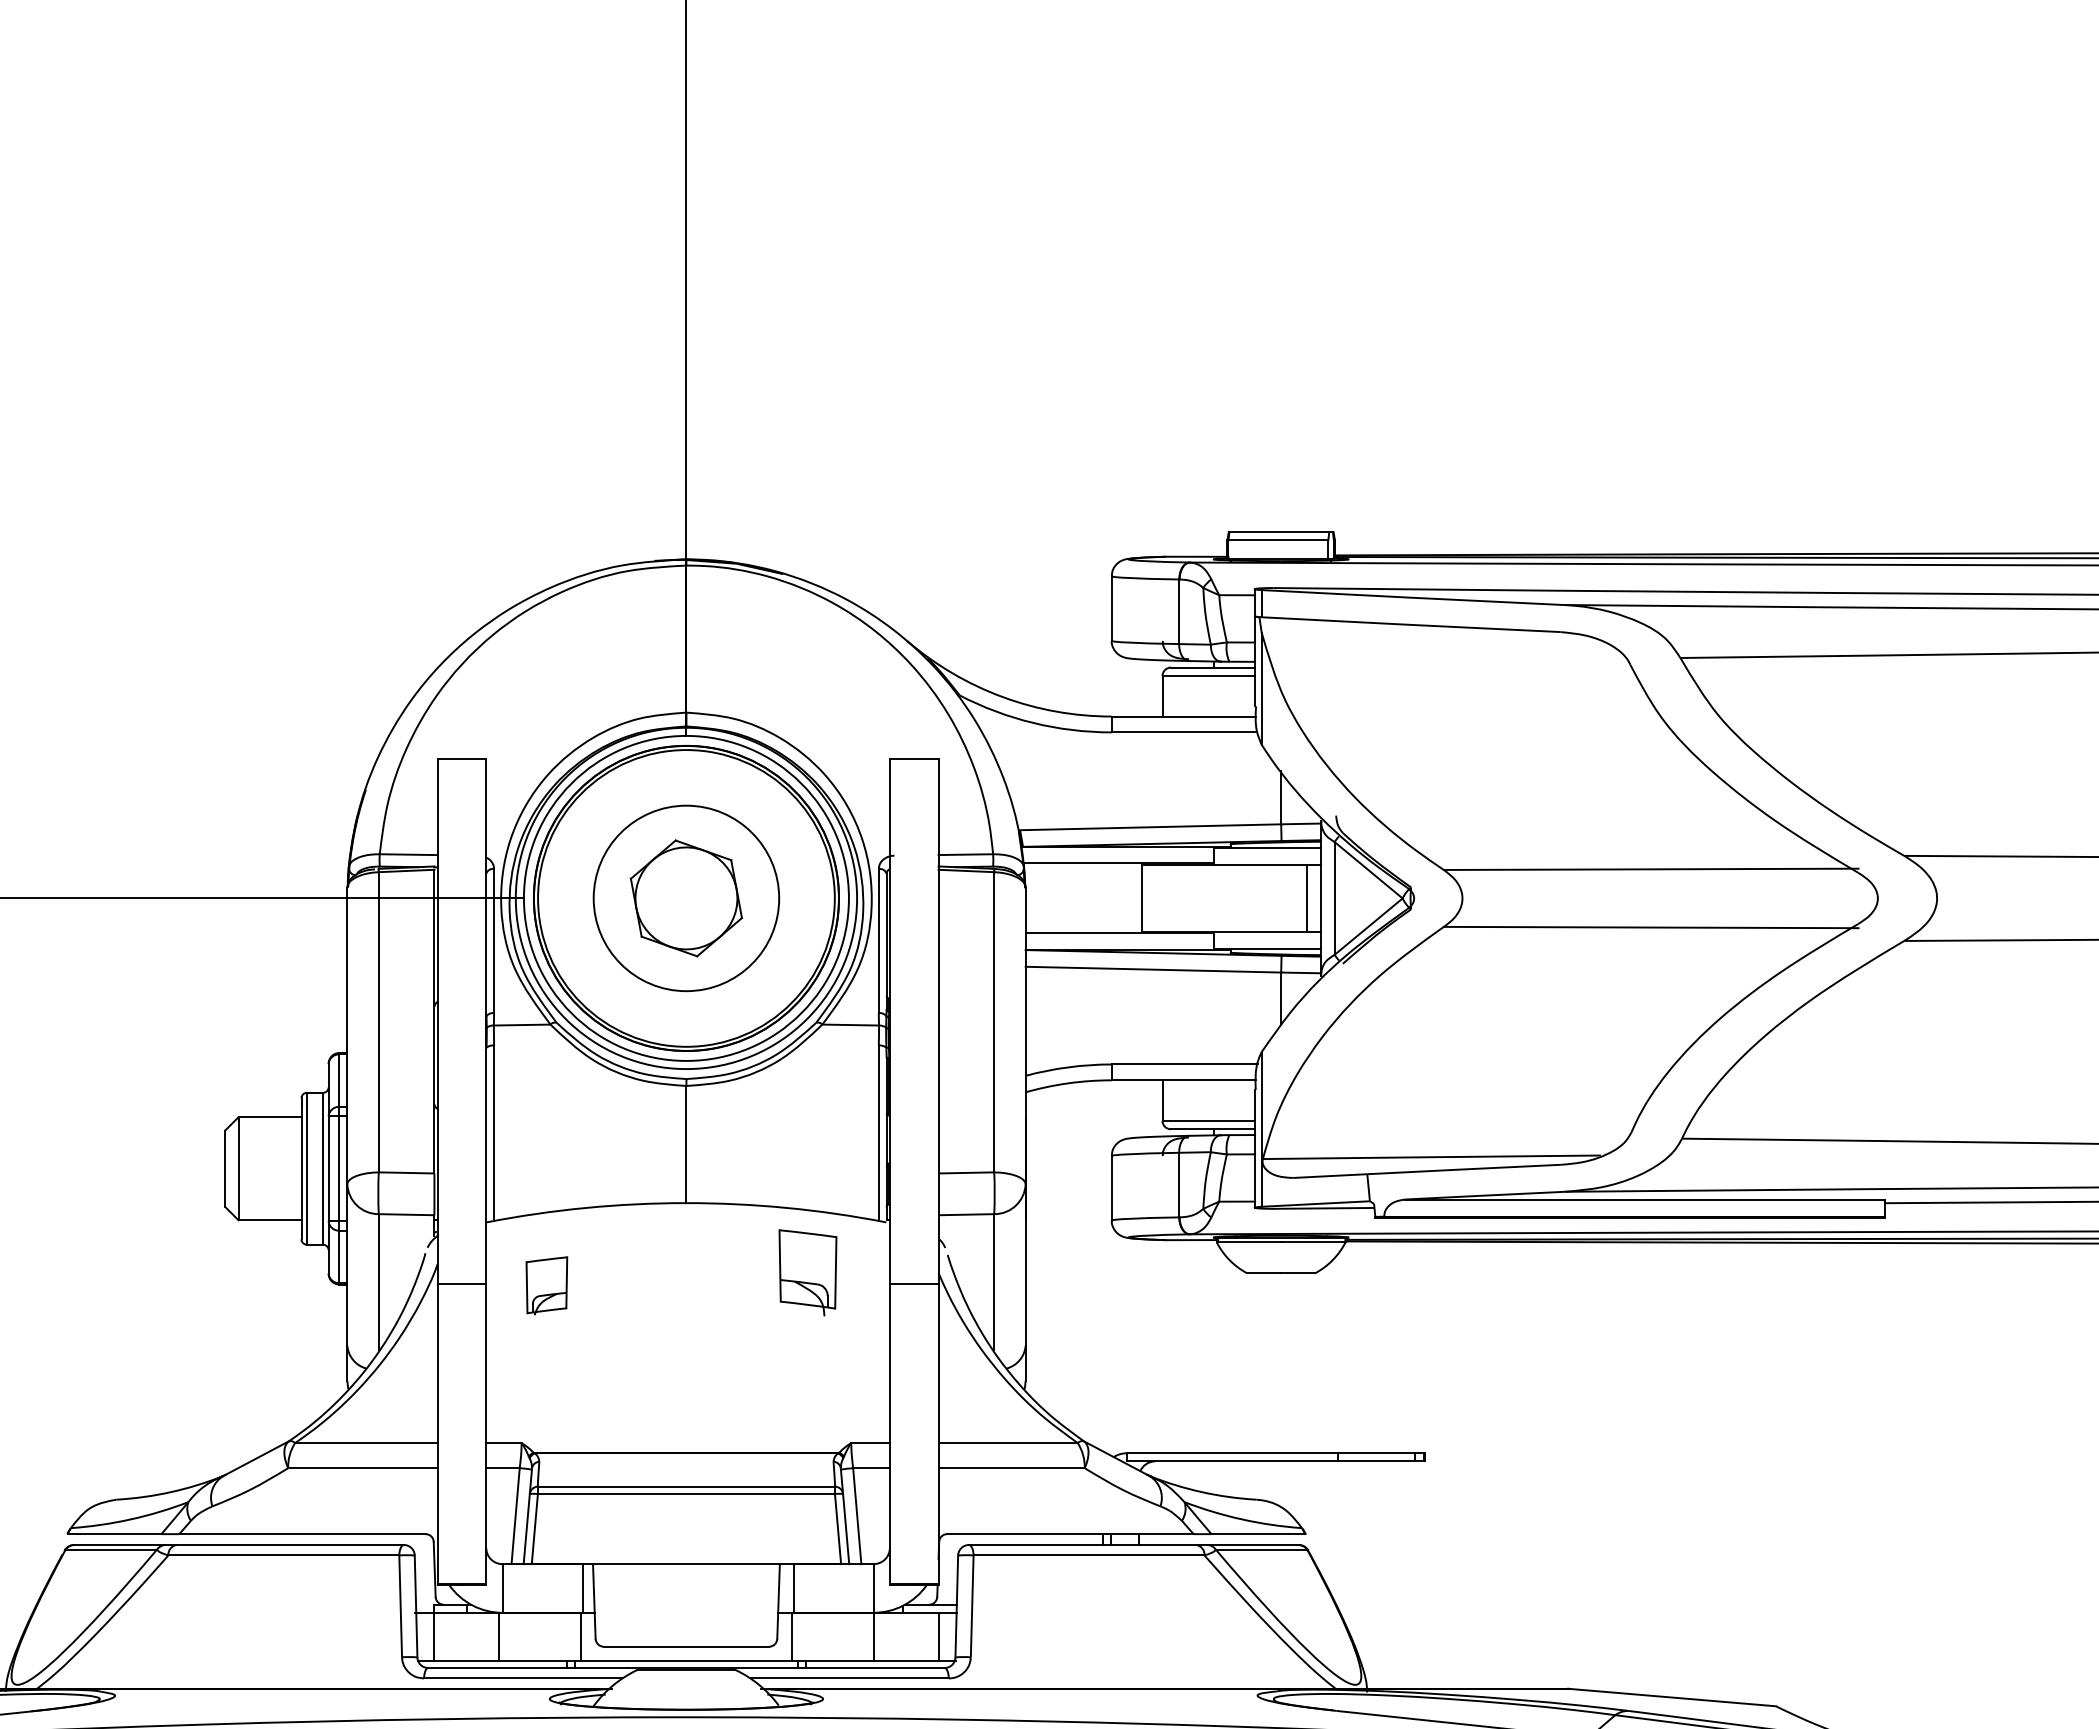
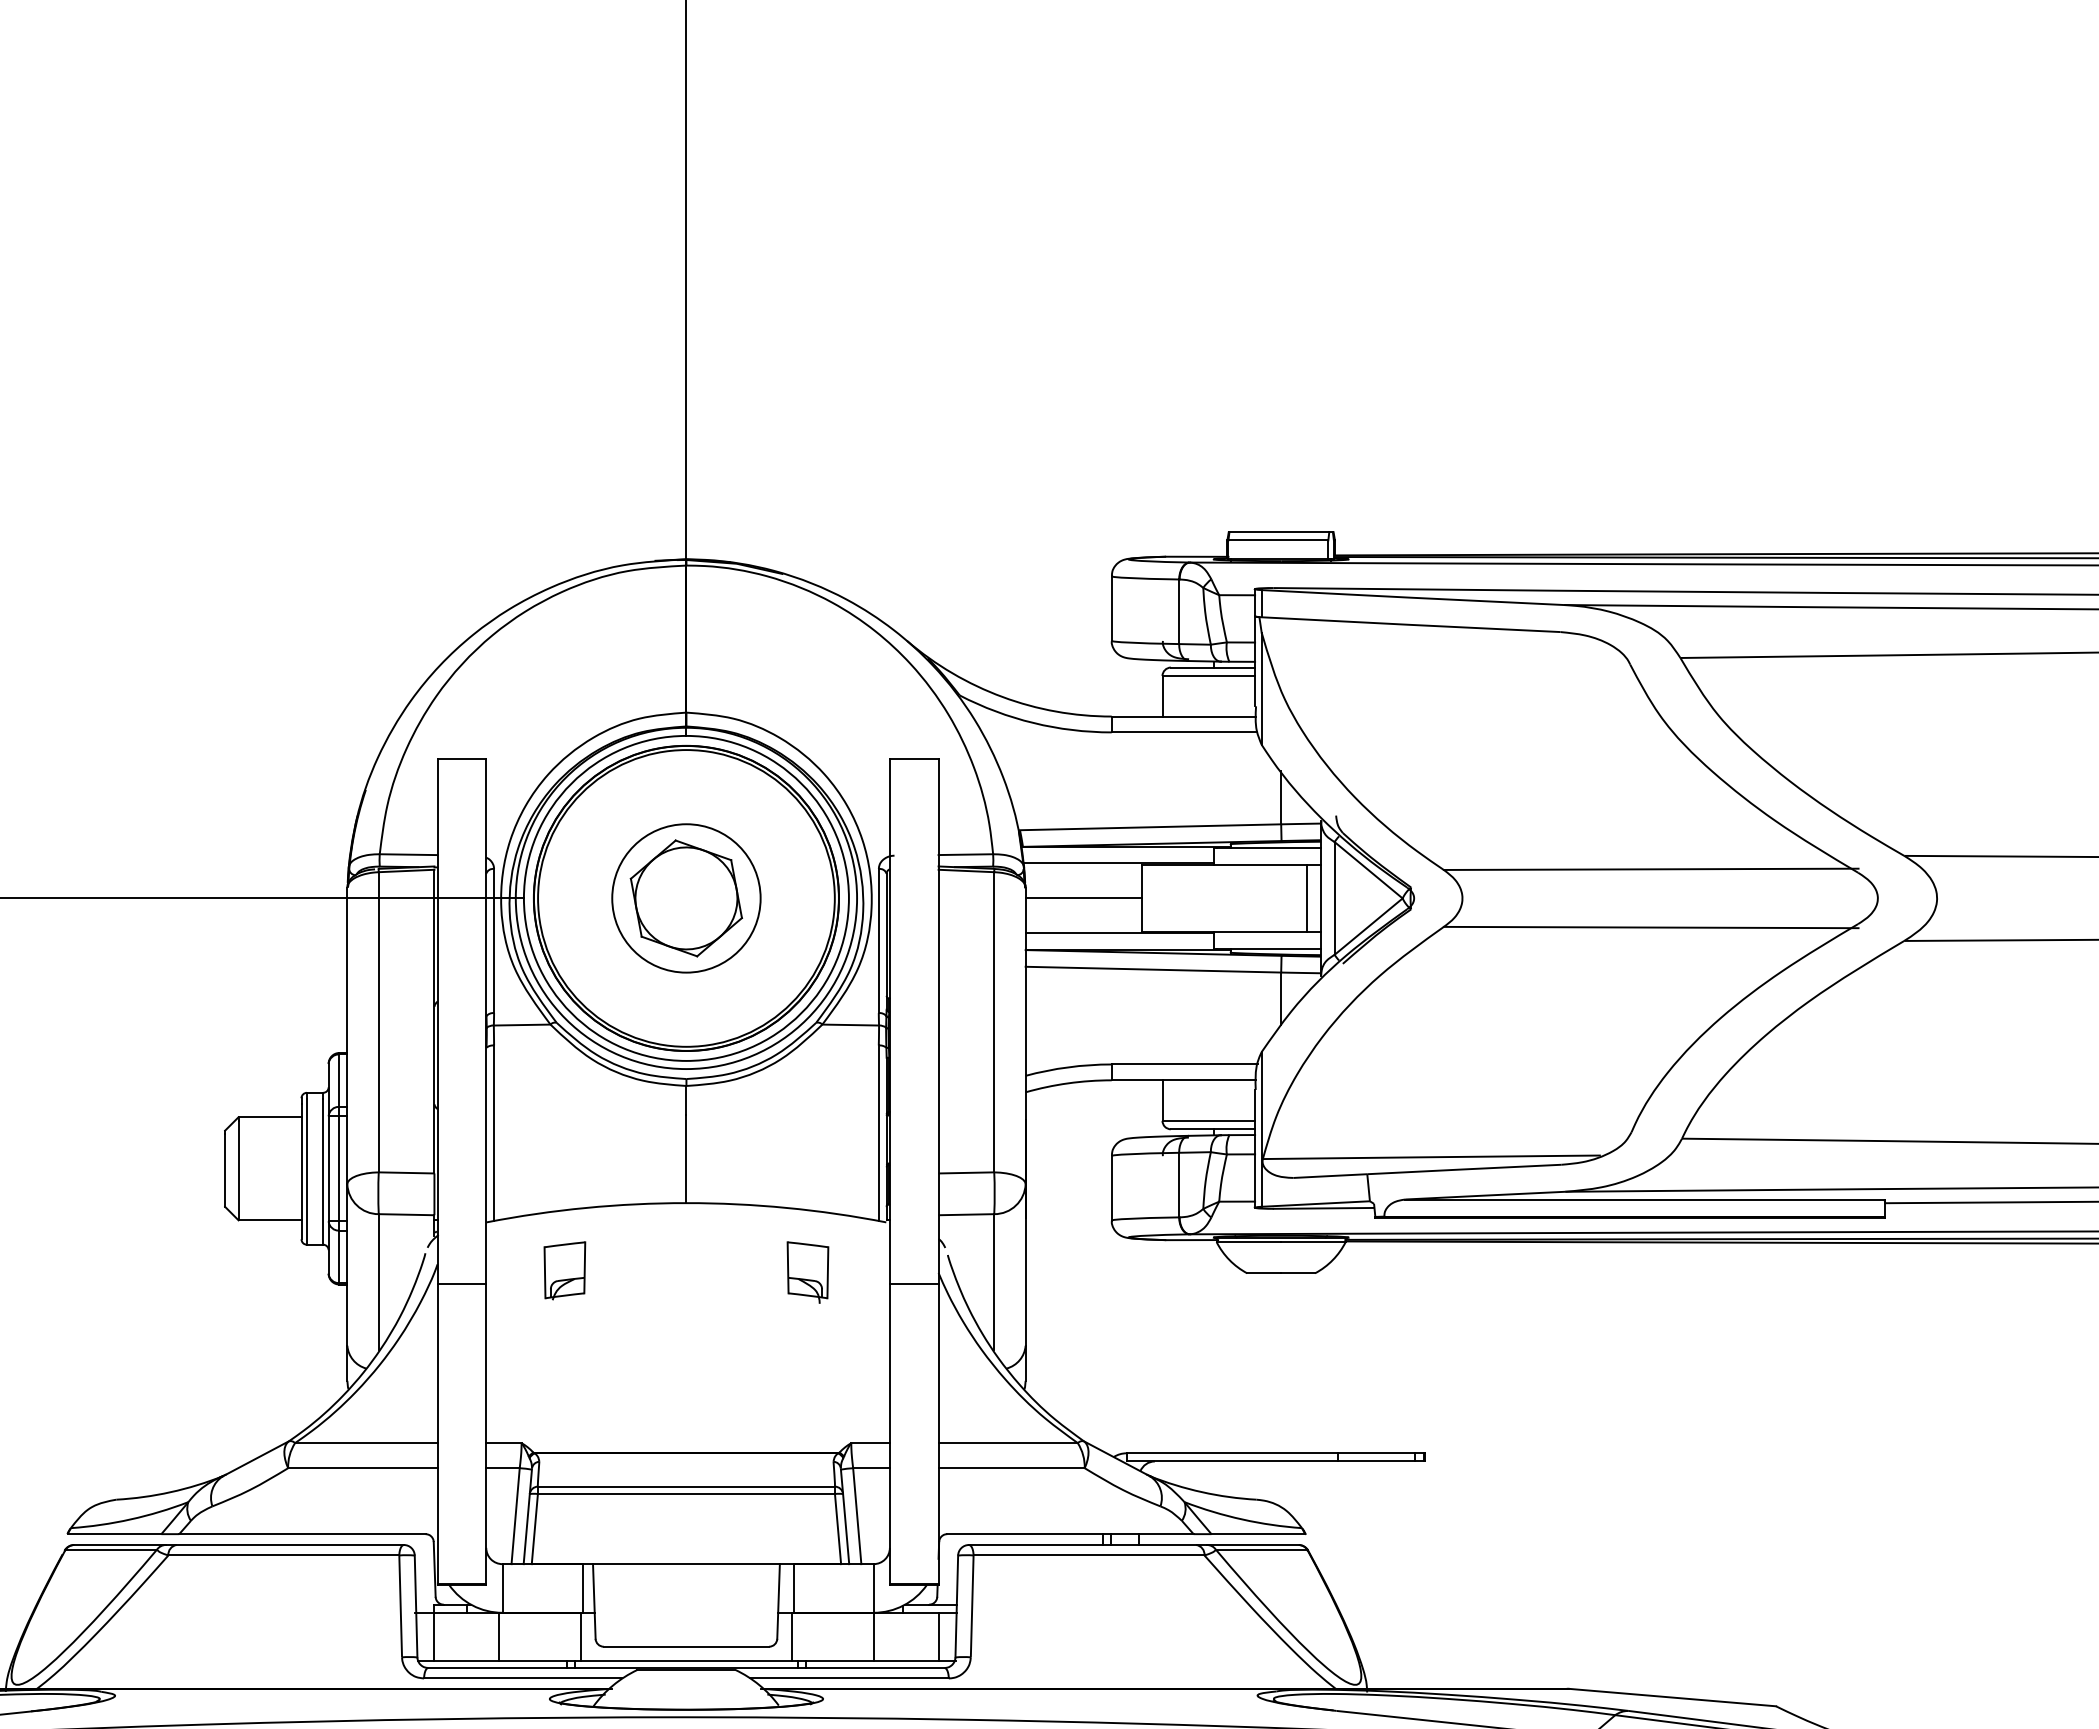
circle at (686, 898) diameter: 185 px -> 148 px
line at (1083, 898): none -> present
part at (807, 1272) size: 60x88 px -> 44x63 px
part at (546, 1285) position: (546, 1285) -> (564, 1270)
